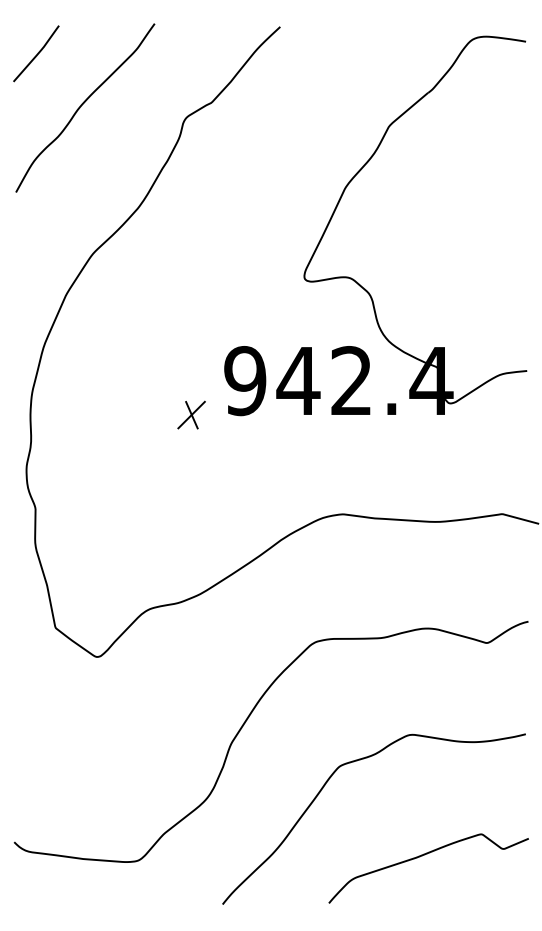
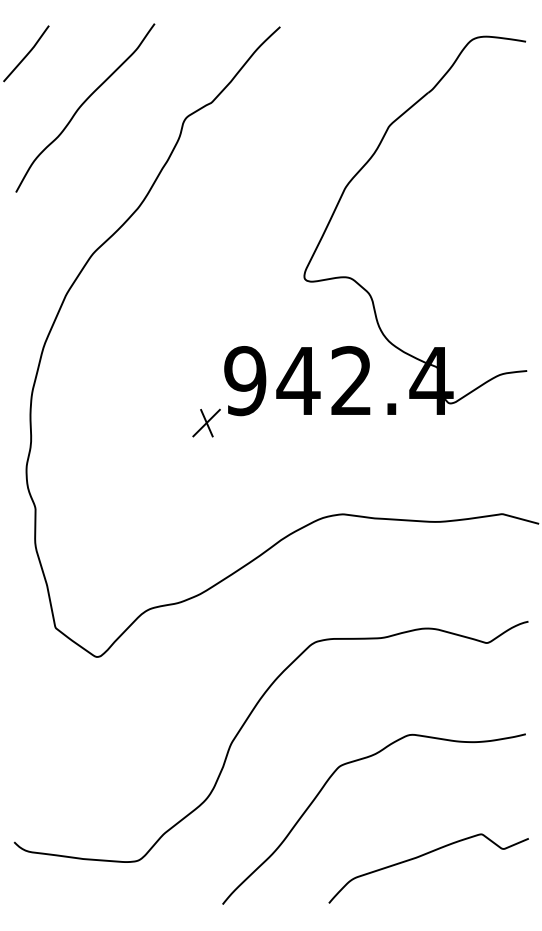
curve at (37, 53) position: (37, 53) -> (27, 53)
part at (191, 414) position: (191, 414) -> (206, 422)
